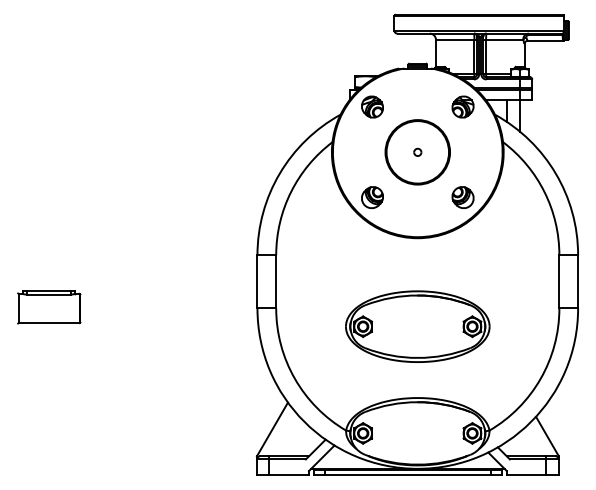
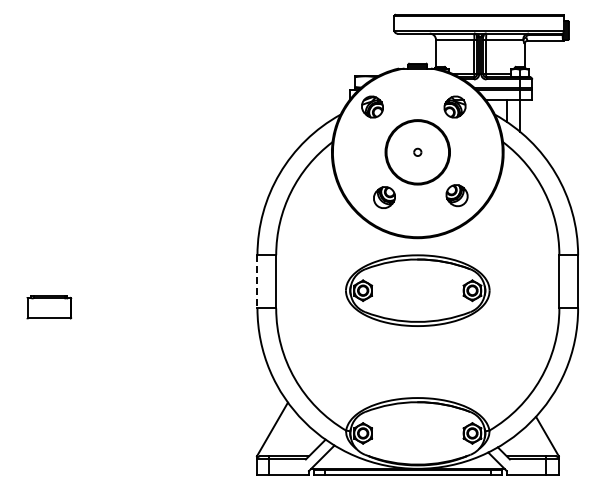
part at (462, 106) position: (462, 106) -> (454, 106)
part at (372, 197) position: (372, 197) -> (384, 197)
part at (462, 197) position: (462, 197) -> (456, 195)
line at (257, 281): solid -> dashed
part at (49, 307) size: 65x35 px -> 47x25 px
part at (417, 326) position: (417, 326) -> (417, 290)
